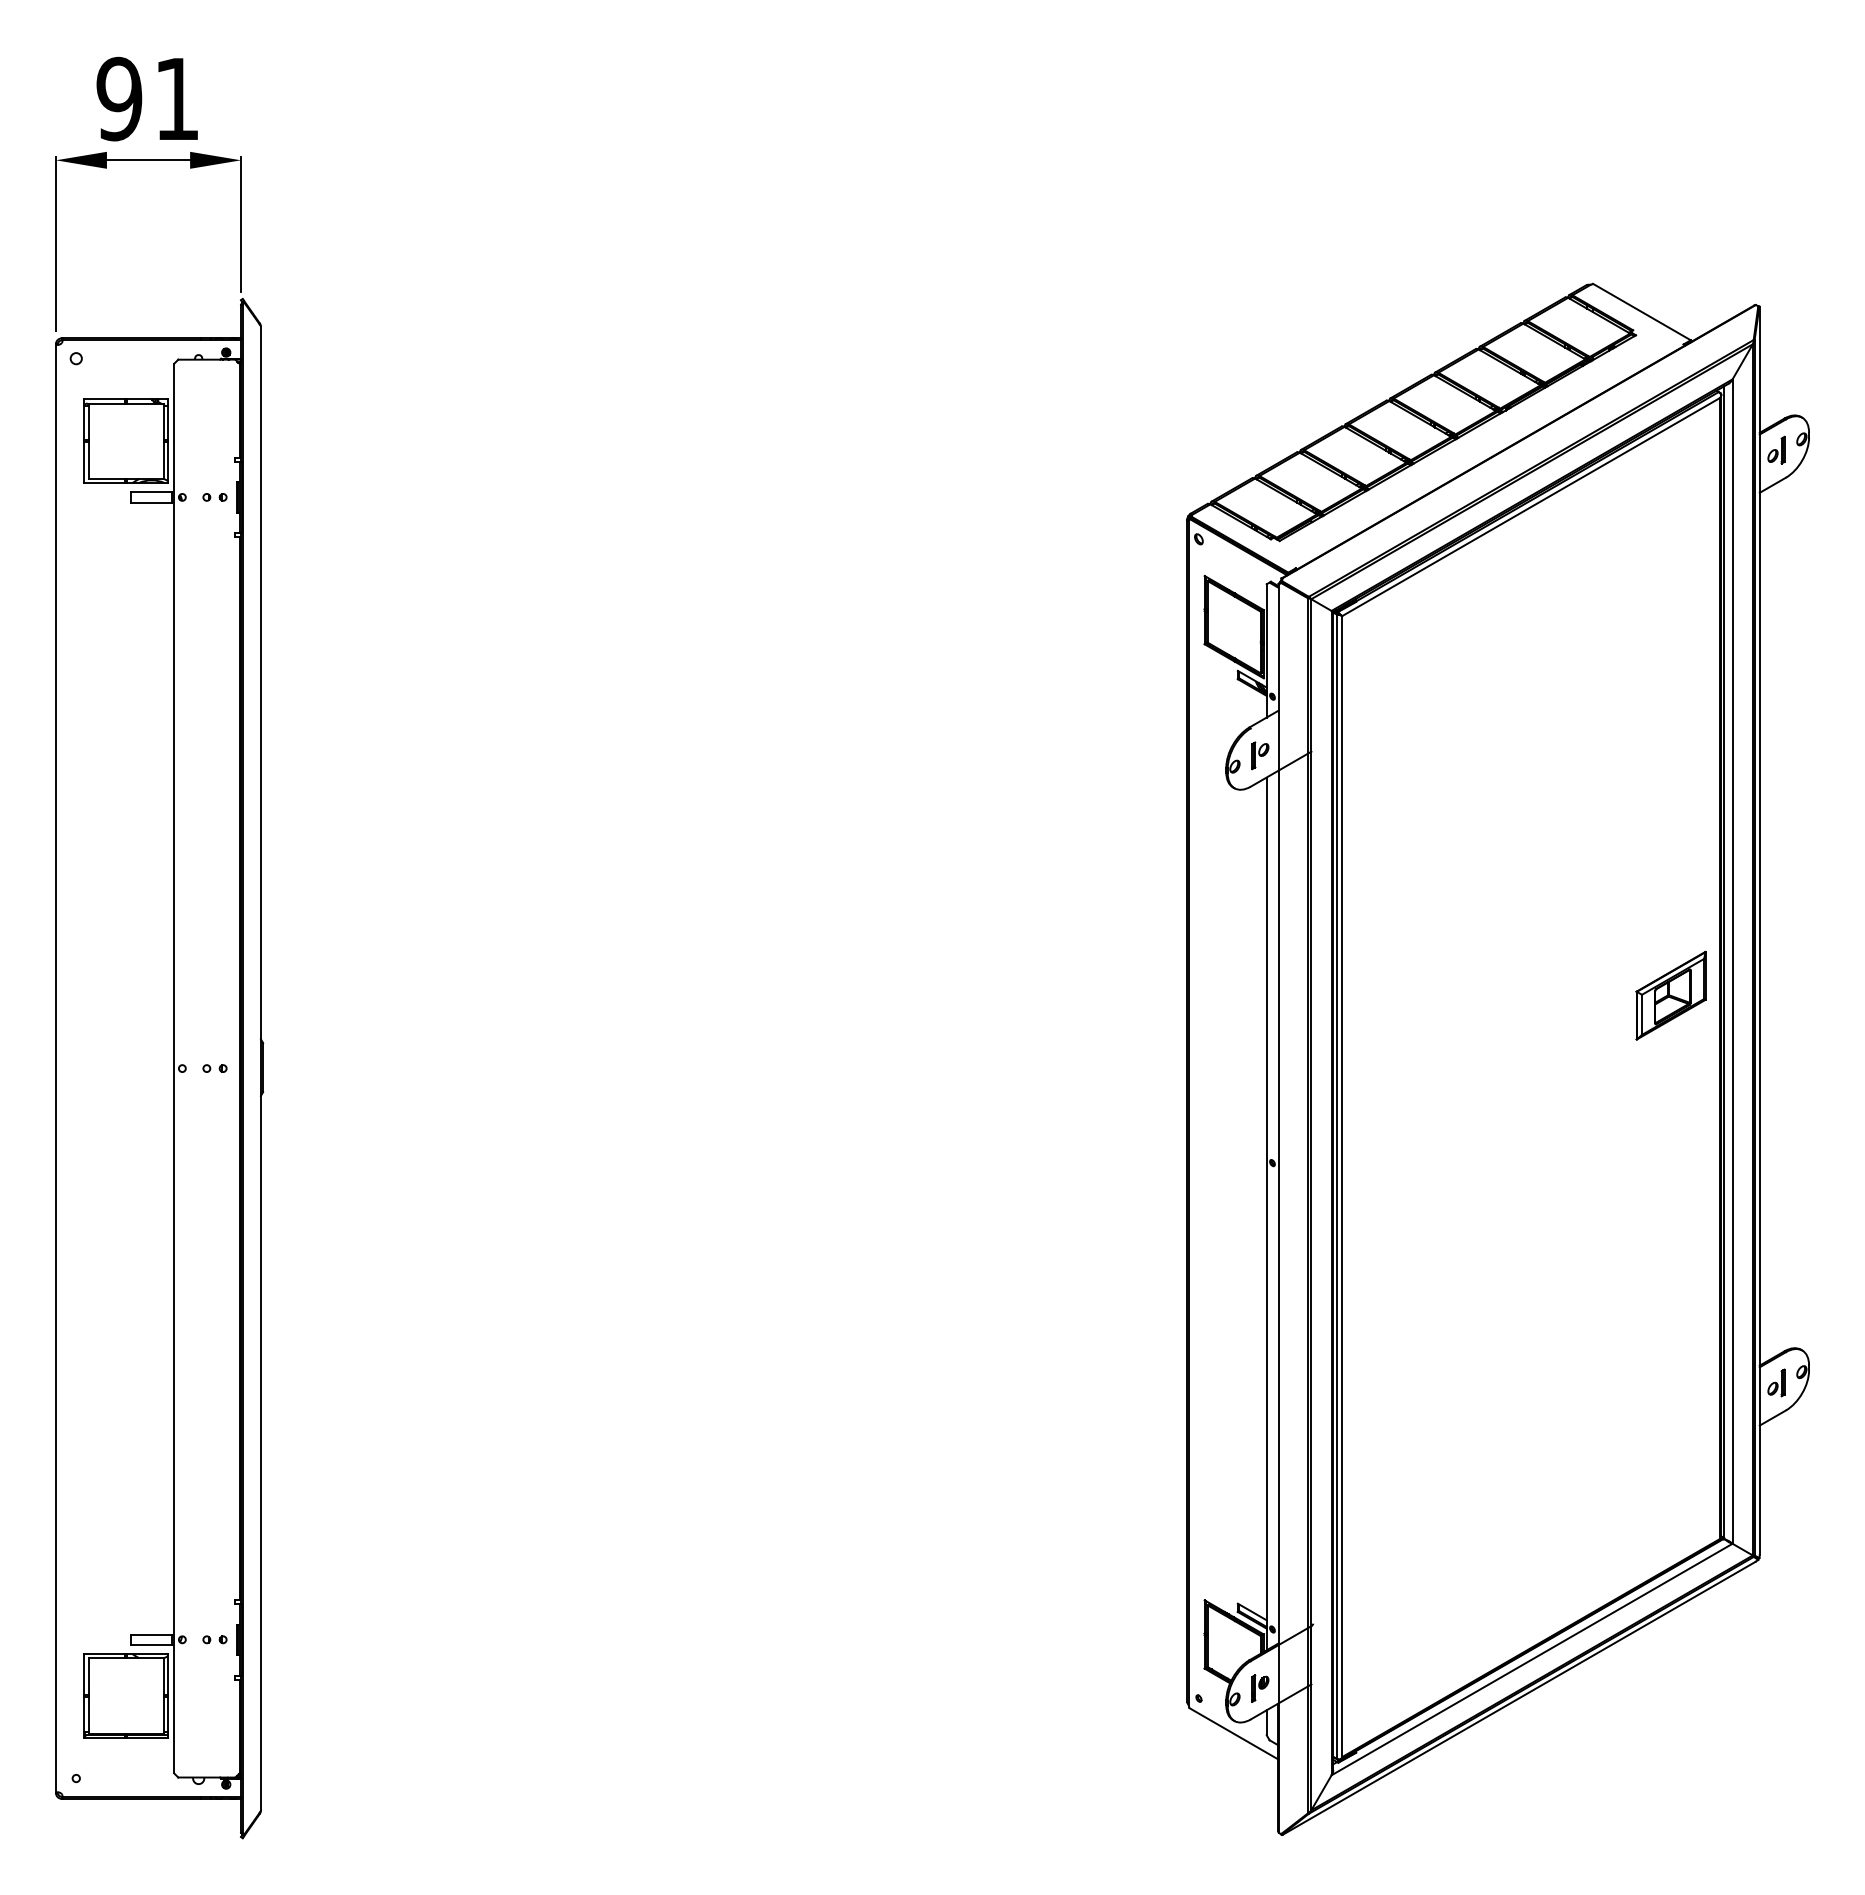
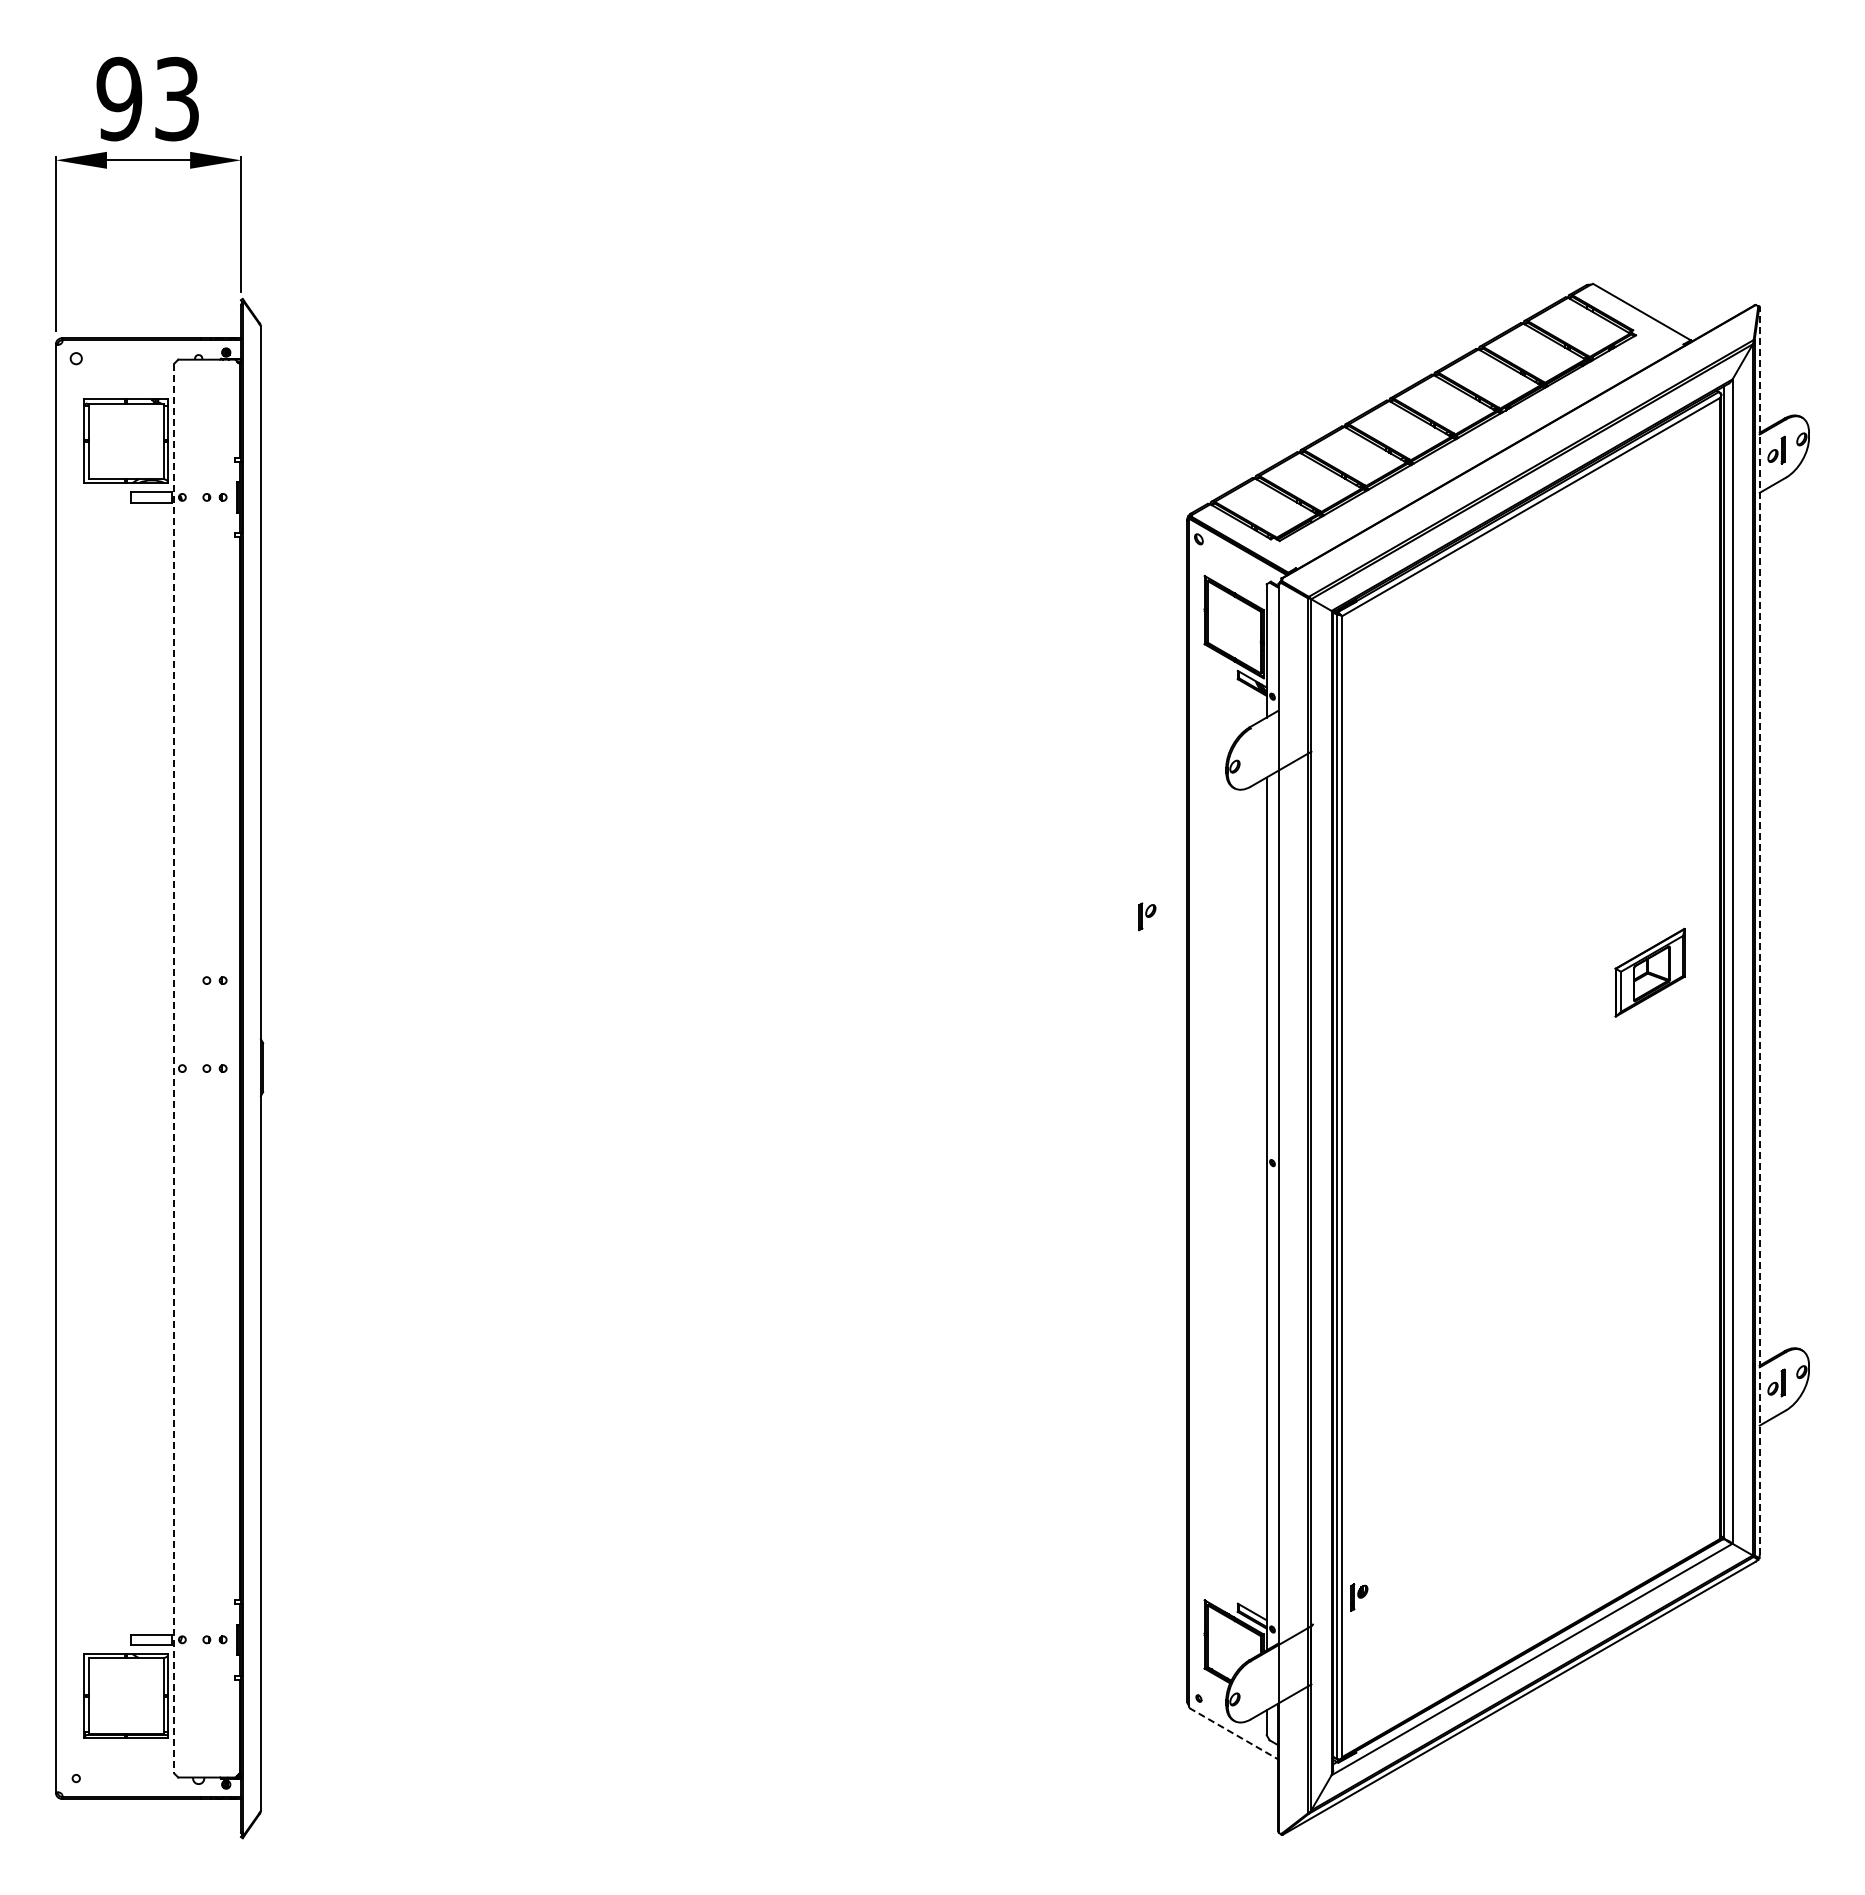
text at (176, 98): 91 -> 93
part at (1260, 755) position: (1260, 755) -> (1147, 916)
line at (1759, 931): solid -> dashed
part at (214, 980): none -> present
part at (1670, 995) position: (1670, 995) -> (1649, 972)
line at (174, 1068): solid -> dashed
part at (1260, 1688) position: (1260, 1688) -> (1359, 1597)
line at (1234, 1733): solid -> dashed
